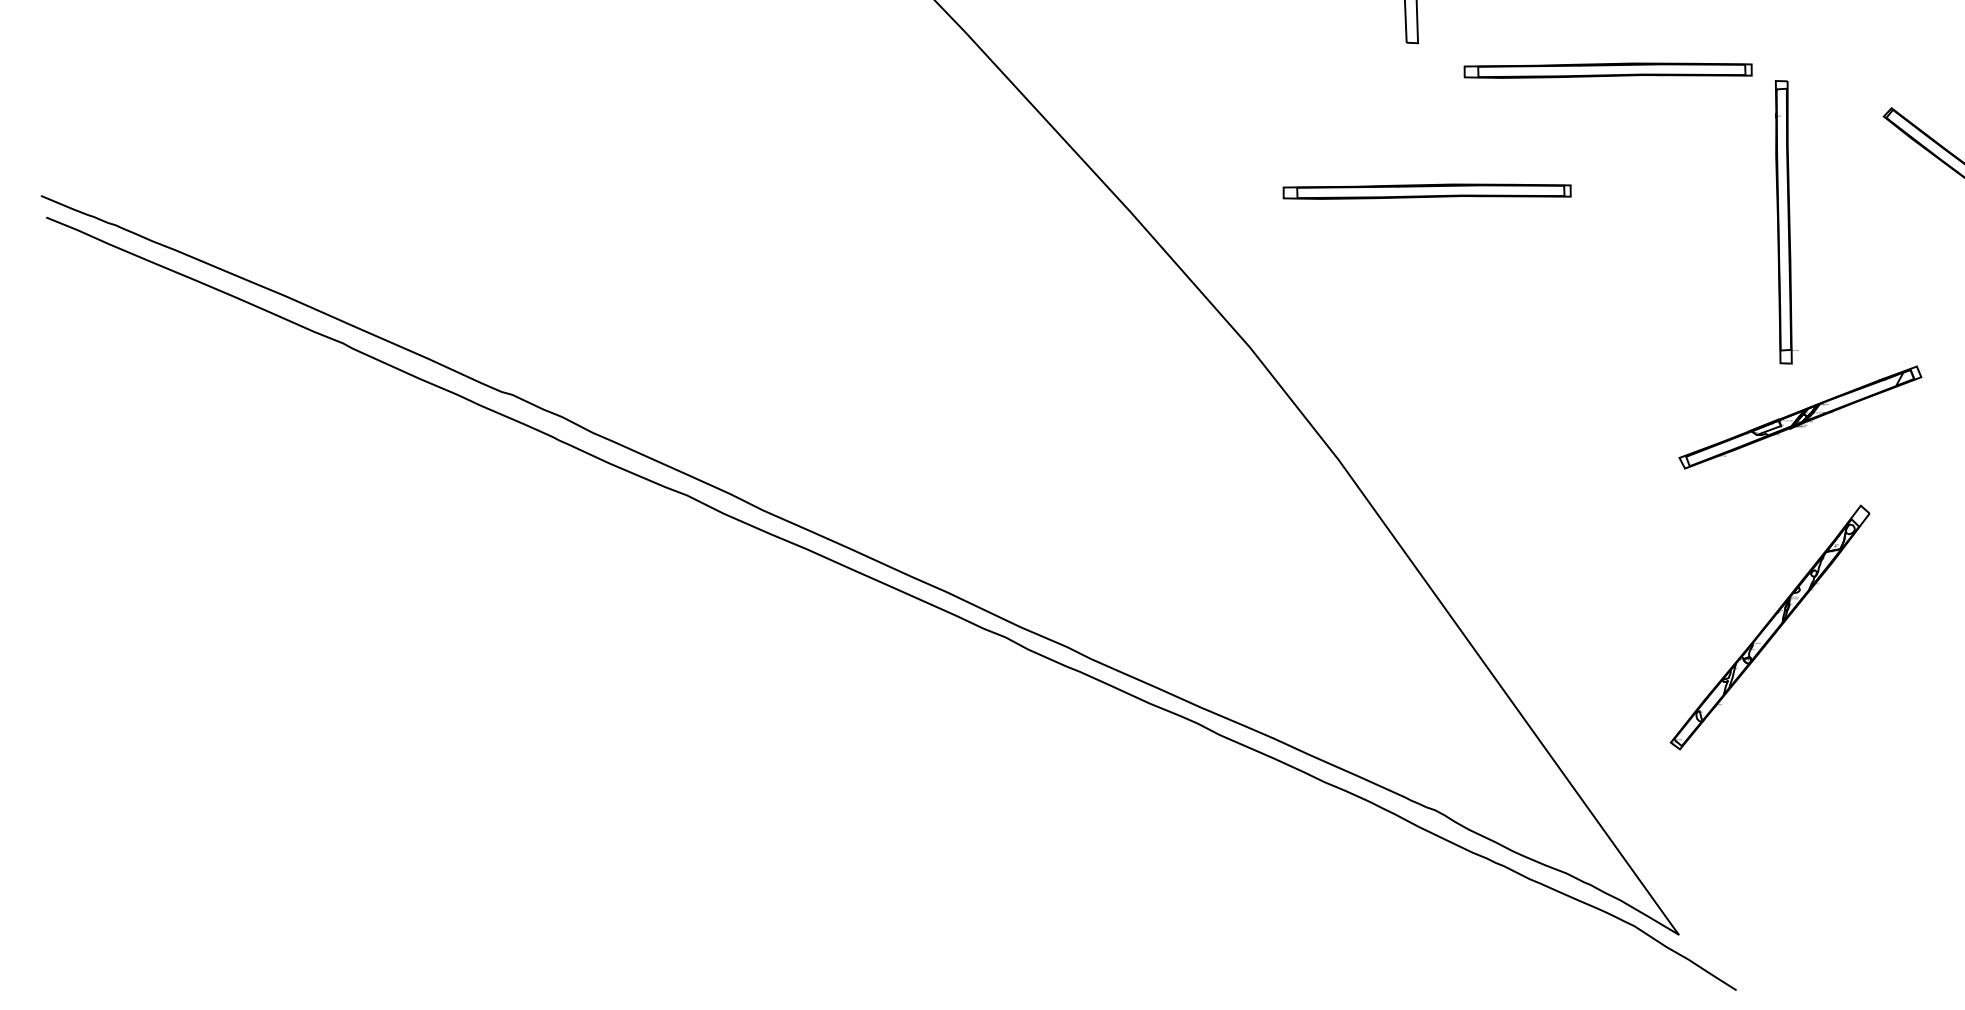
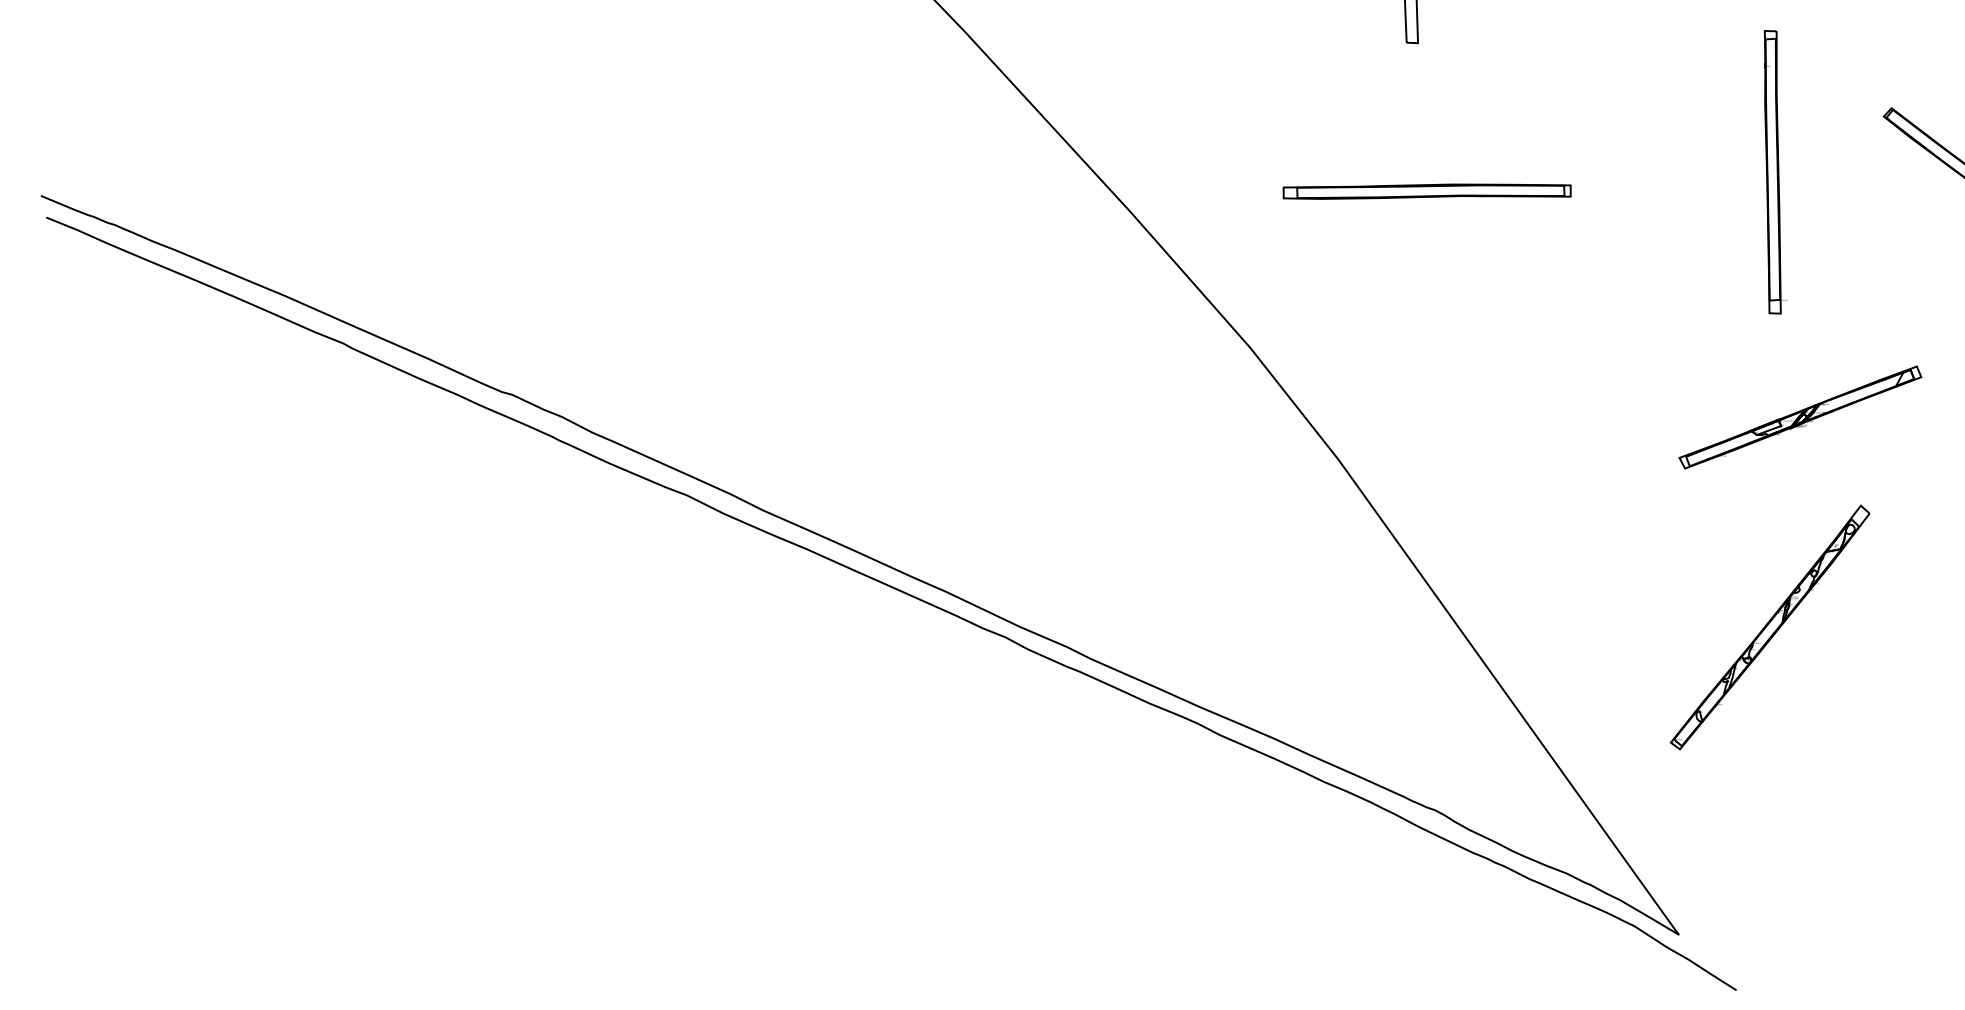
part at (1607, 70): present -> none
part at (1786, 222) position: (1786, 222) -> (1775, 172)
